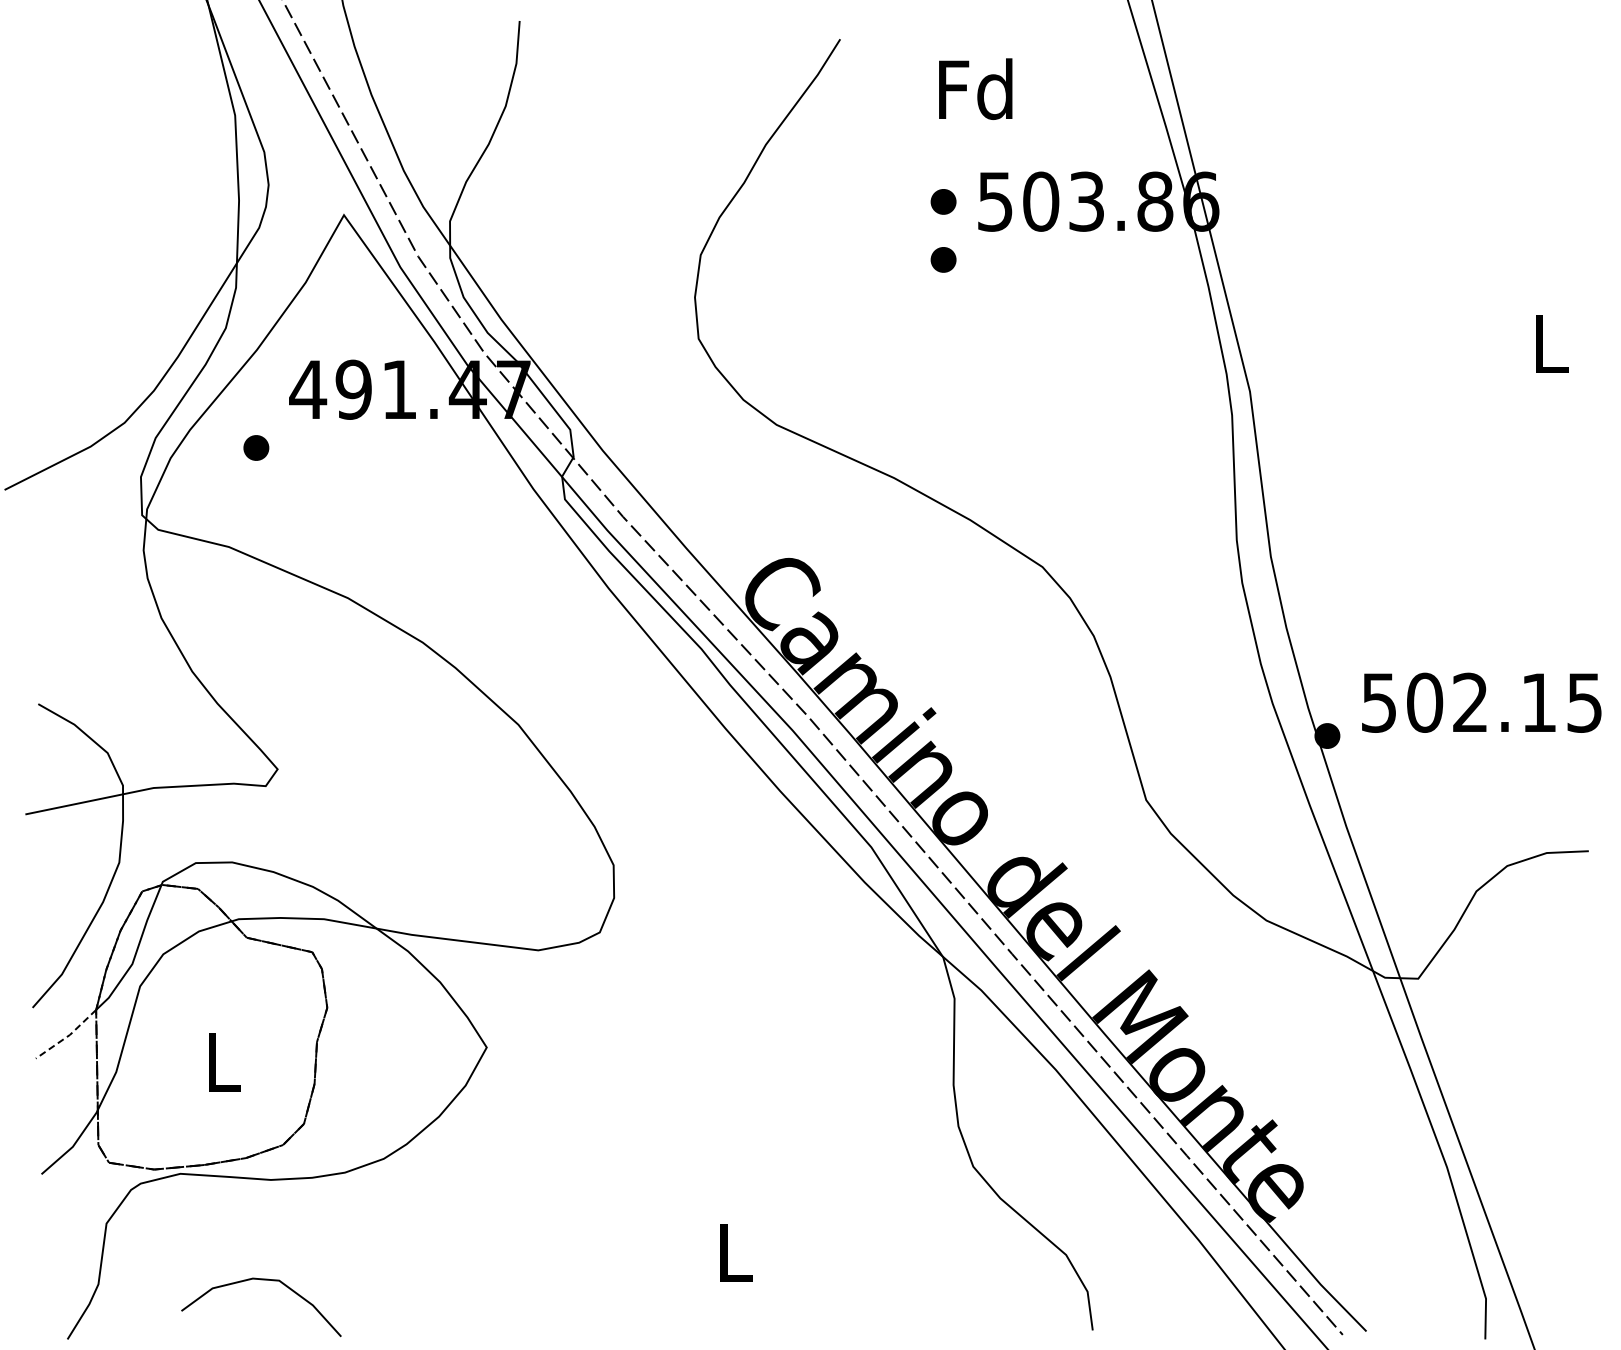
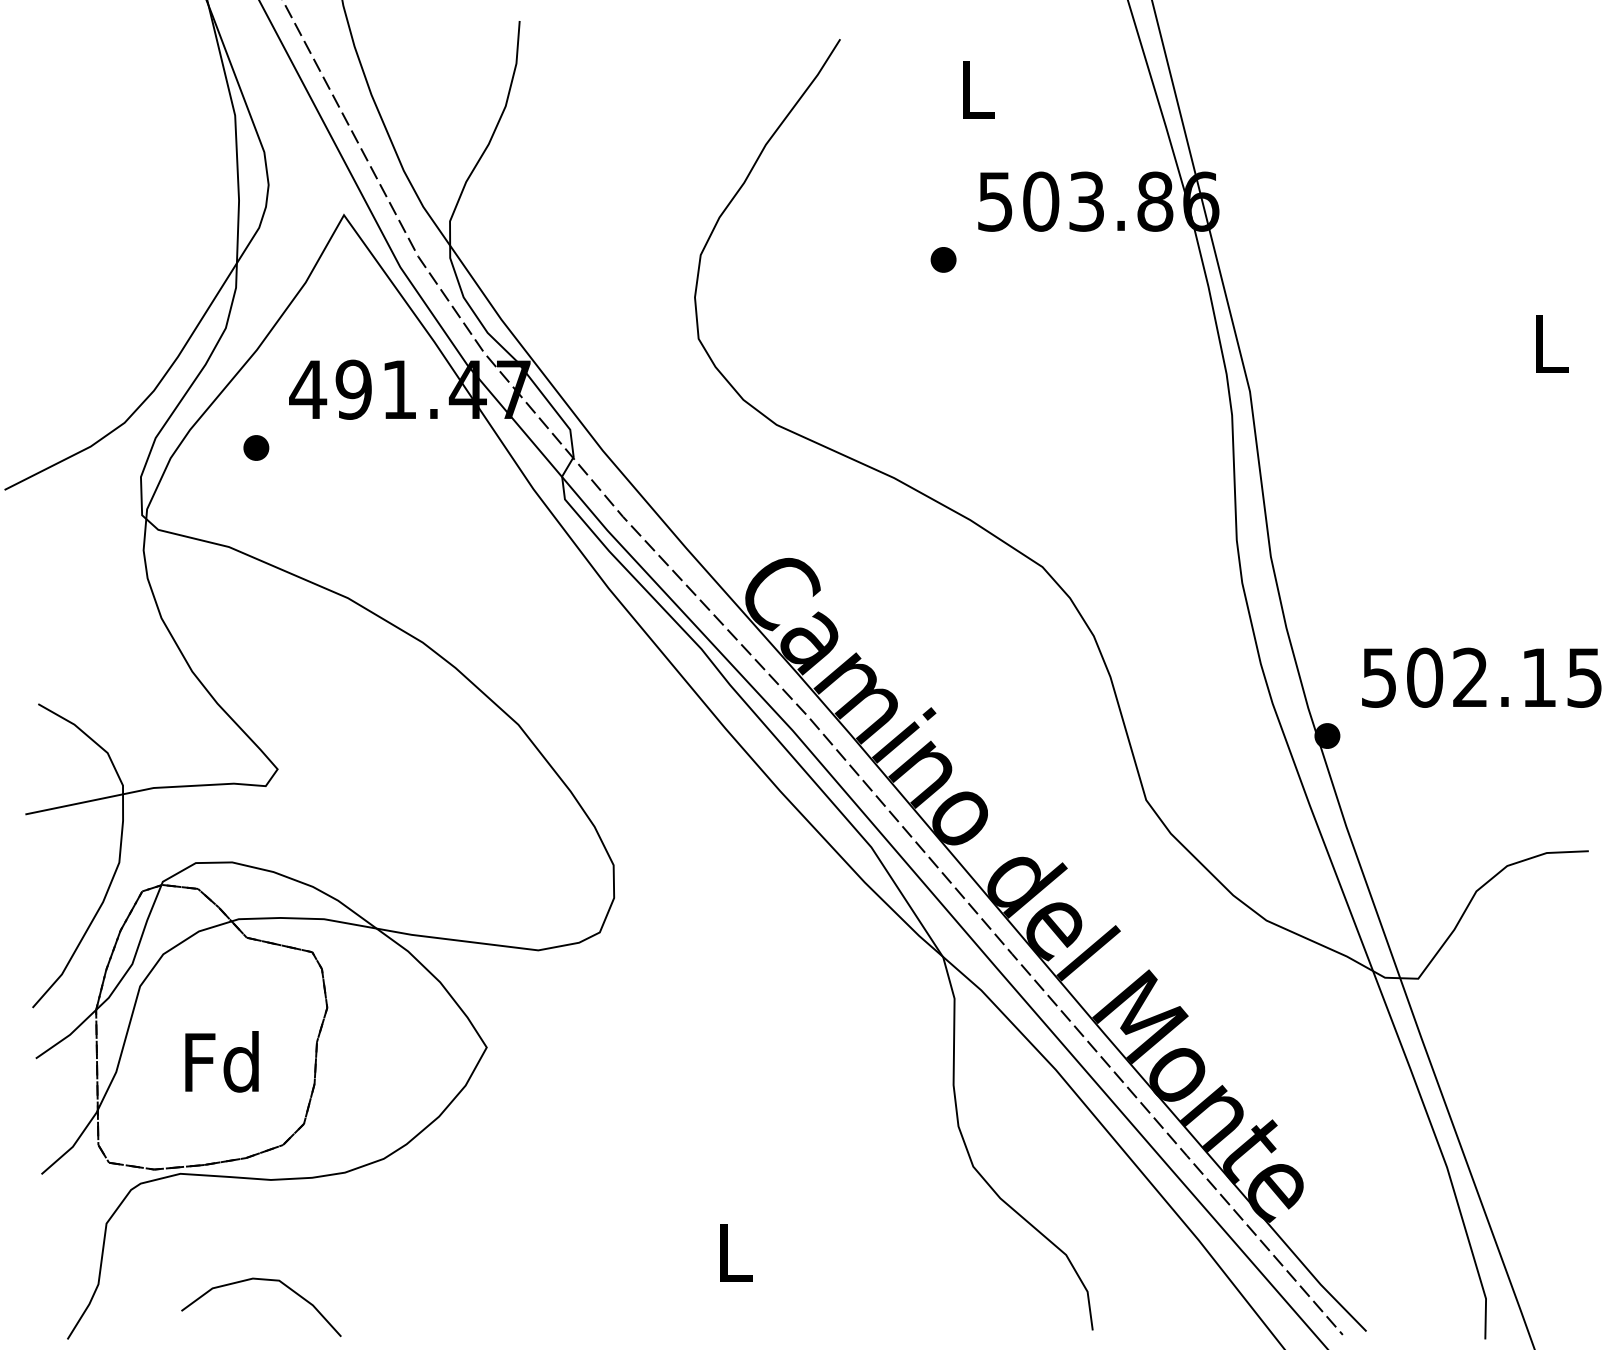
text at (975, 88): Fd -> L
part at (943, 201): present -> none
text at (1481, 702) position: (1481, 702) -> (1481, 677)
line at (68, 1036): dashed -> solid
text at (221, 1061): L -> Fd
